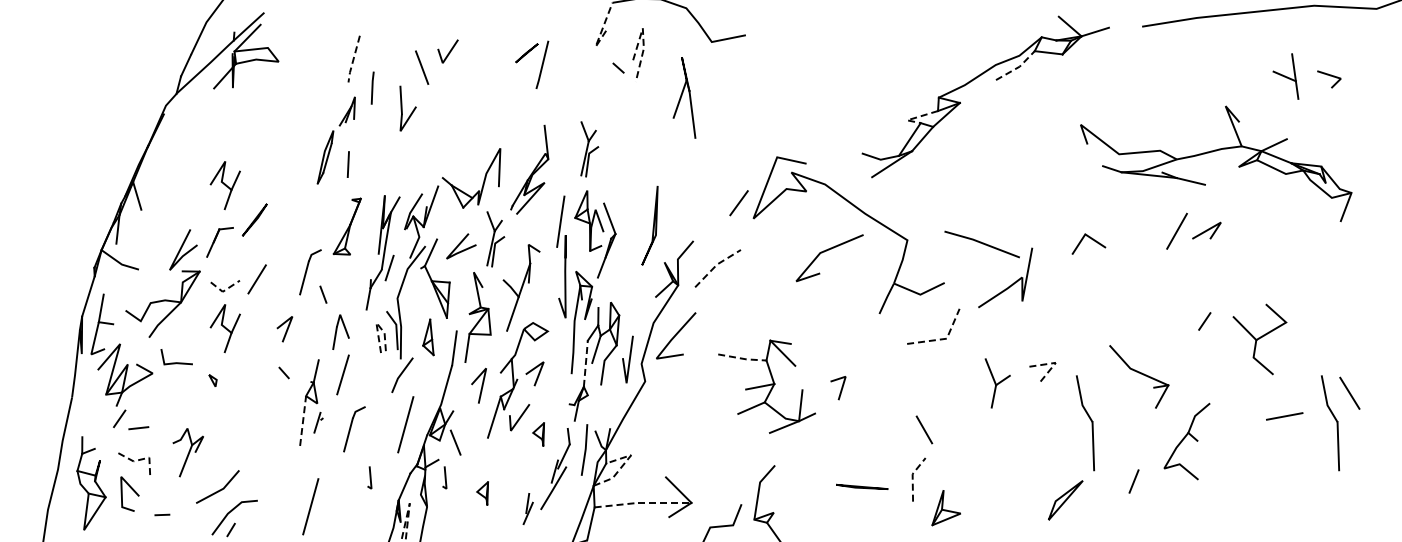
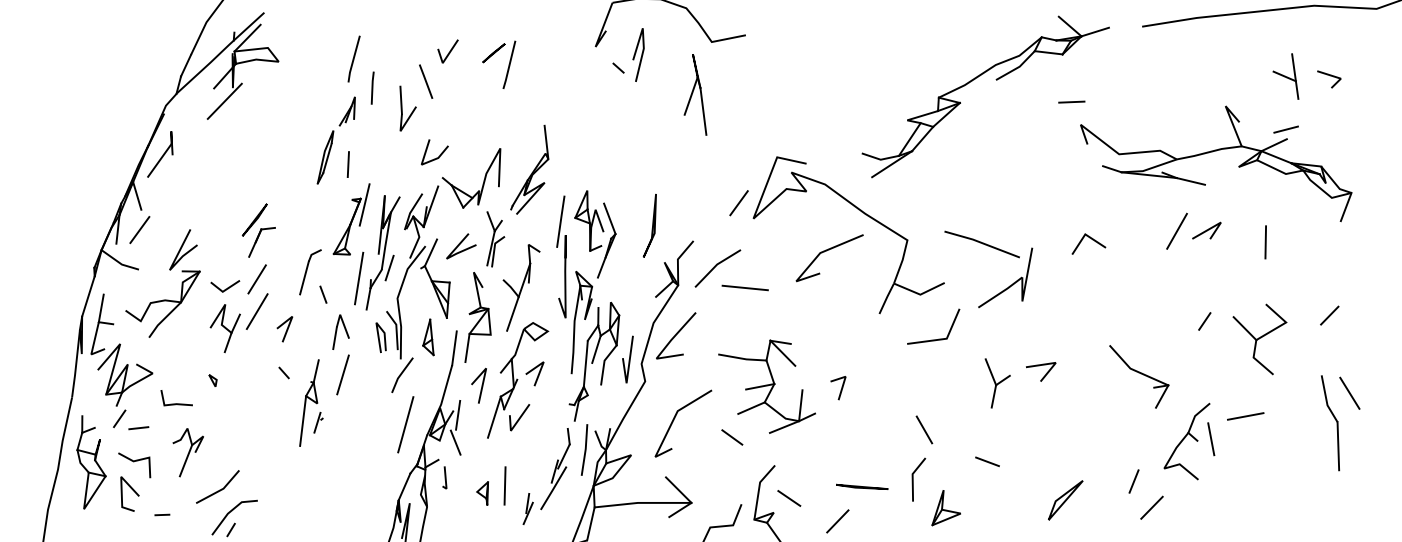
line at (600, 34): dashed -> solid
line at (643, 38): dashed -> solid
line at (353, 59): dashed -> solid
line at (422, 67) position: (422, 67) -> (426, 81)
line at (1018, 67): dashed -> solid
part at (540, 68) position: (540, 68) -> (507, 68)
part at (684, 97) position: (684, 97) -> (695, 94)
line at (224, 100): none -> present
line at (1071, 101): none -> present
line at (915, 117): dashed -> solid
line at (1285, 129): none -> present
part at (589, 149): present -> none
part at (160, 154): none -> present
line at (436, 157): none -> present
part at (224, 185): present -> none
line at (364, 204): none -> present
part at (649, 225) size: 18x81 px -> 15x64 px
line at (139, 230): none -> present
part at (219, 242) position: (219, 242) -> (261, 242)
line at (1265, 242): none -> present
line at (716, 265): dashed -> solid
line at (358, 278): none -> present
line at (744, 287): none -> present
line at (224, 290): dashed -> solid
line at (256, 311): none -> present
line at (1329, 315): none -> present
line at (376, 323): dashed -> solid
line at (943, 339): dashed -> solid
line at (743, 358): dashed -> solid
line at (176, 362) position: (176, 362) -> (176, 403)
line at (585, 362): dashed -> solid
line at (1053, 363): dashed -> solid
line at (458, 414): none -> present
line at (1284, 416) position: (1284, 416) -> (1245, 416)
line at (675, 418): none -> present
line at (303, 420): dashed -> solid
part at (1085, 423): present -> none
part at (354, 429): present -> none
part at (538, 434): present -> none
line at (732, 437): none -> present
line at (1211, 439): none -> present
line at (142, 459): dashed -> solid
line at (987, 461): none -> present
line at (623, 464): dashed -> solid
line at (369, 477): present -> none
line at (912, 477): dashed -> solid
part at (91, 483) position: (91, 483) -> (91, 462)
line at (504, 485): none -> present
line at (789, 498): none -> present
line at (642, 502): dashed -> solid
line at (409, 504): dashed -> solid
line at (310, 506): present -> none
line at (1151, 507): none -> present
line at (837, 521): none -> present
